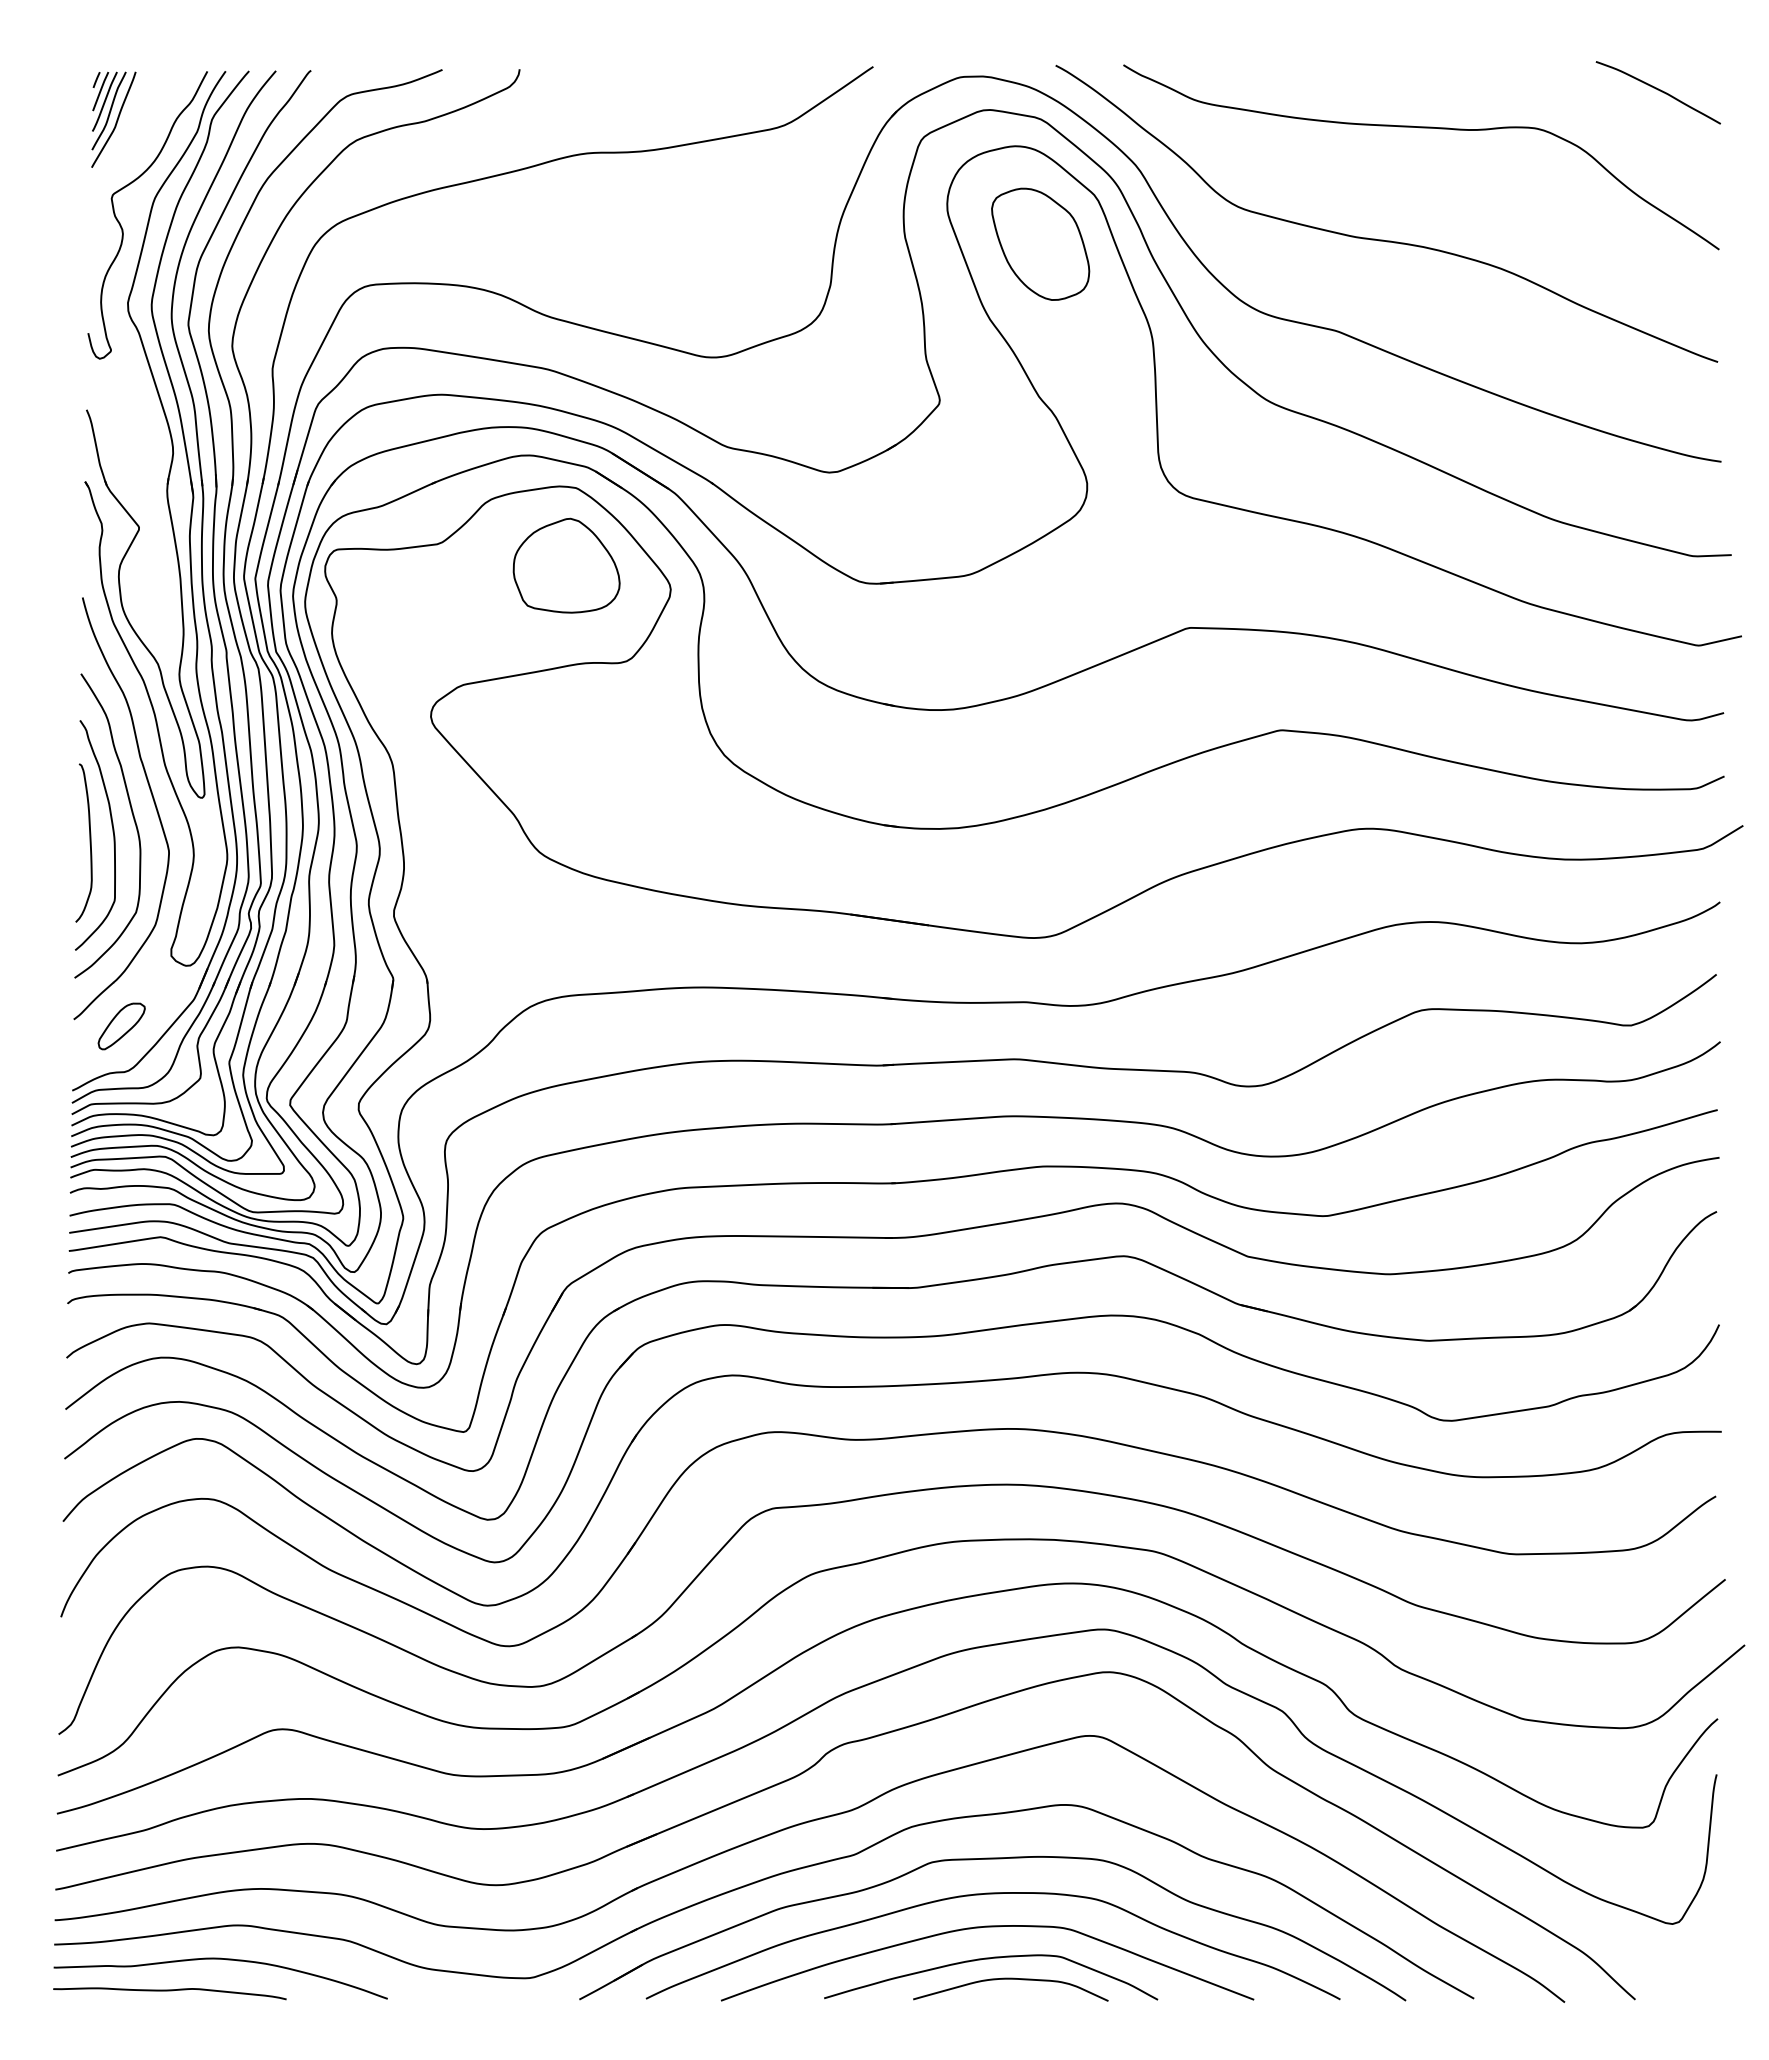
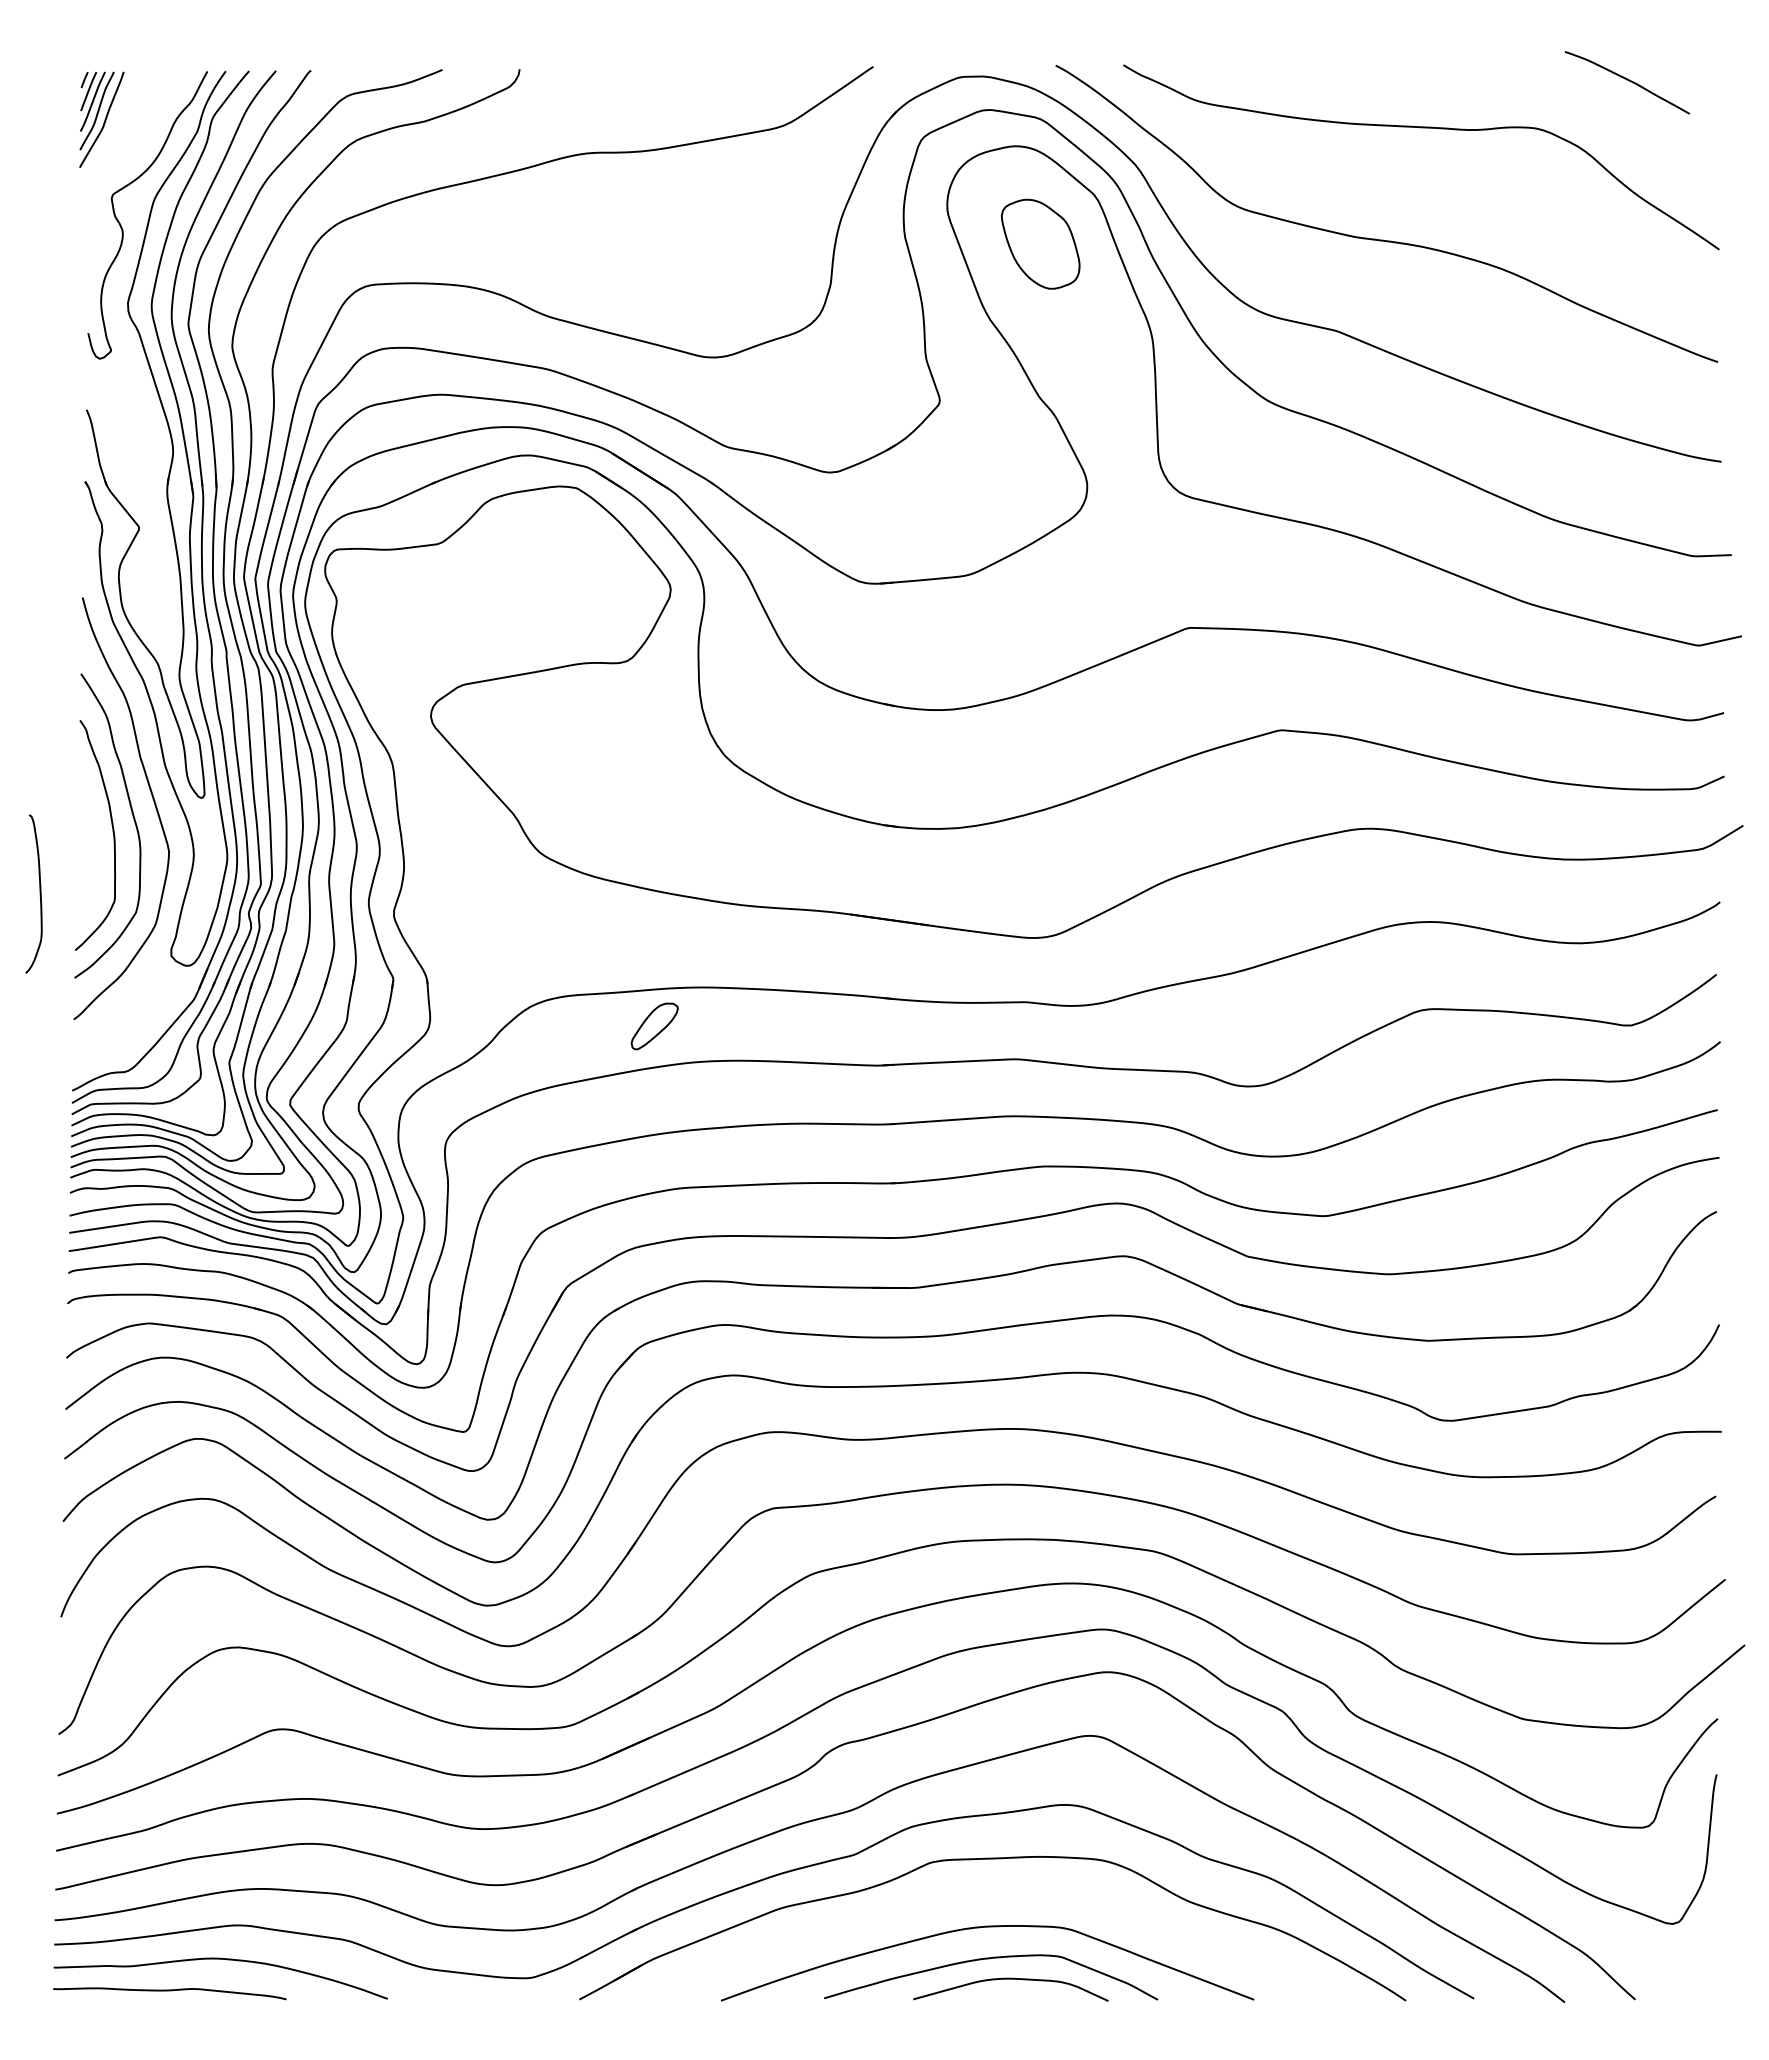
curve at (1657, 90) position: (1657, 90) -> (1626, 80)
part at (113, 119) position: (113, 119) -> (101, 119)
part at (1040, 243) size: 100x114 px -> 80x92 px
part at (566, 565): present -> none
curve at (89, 842) position: (89, 842) -> (39, 893)
part at (121, 1026) position: (121, 1026) -> (654, 1026)
curve at (992, 1894): present -> none
